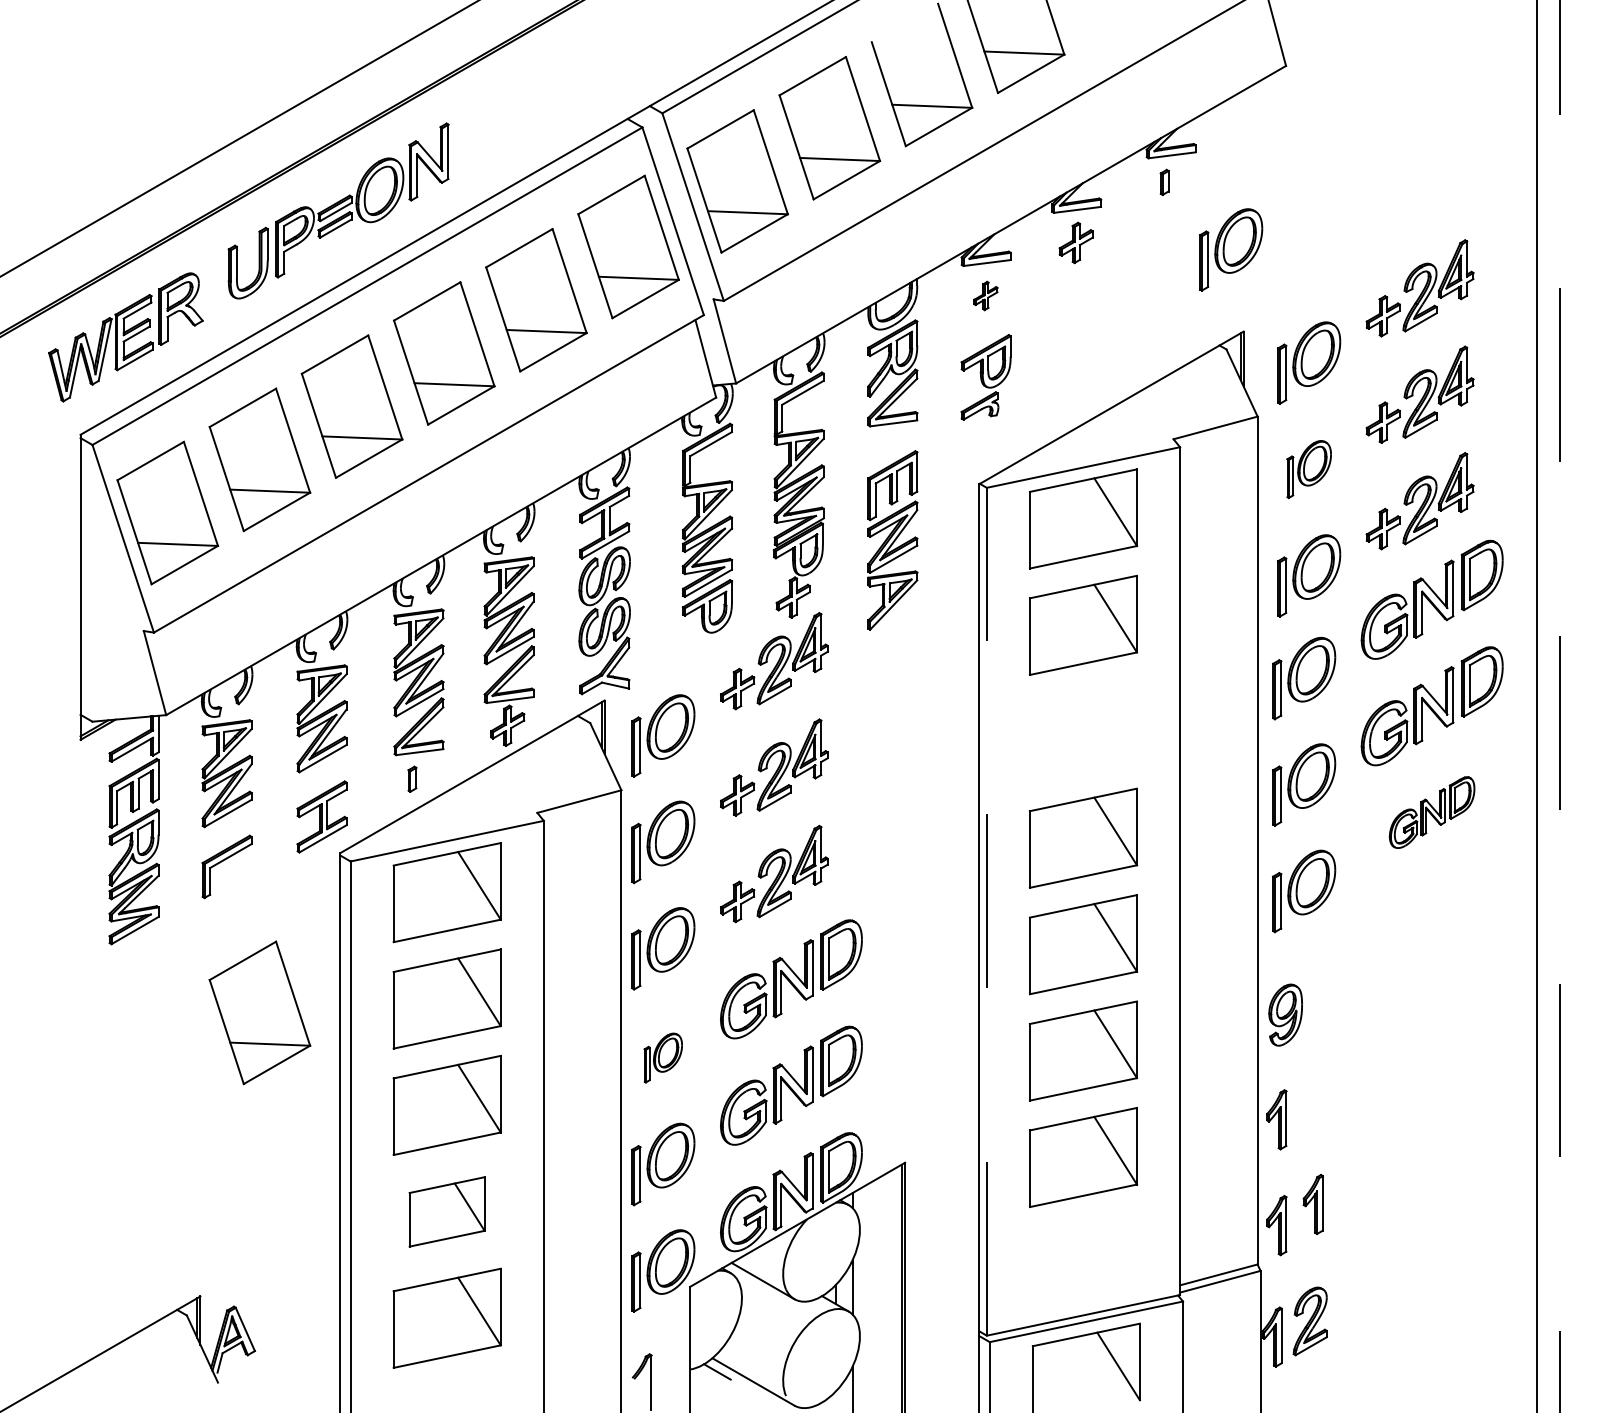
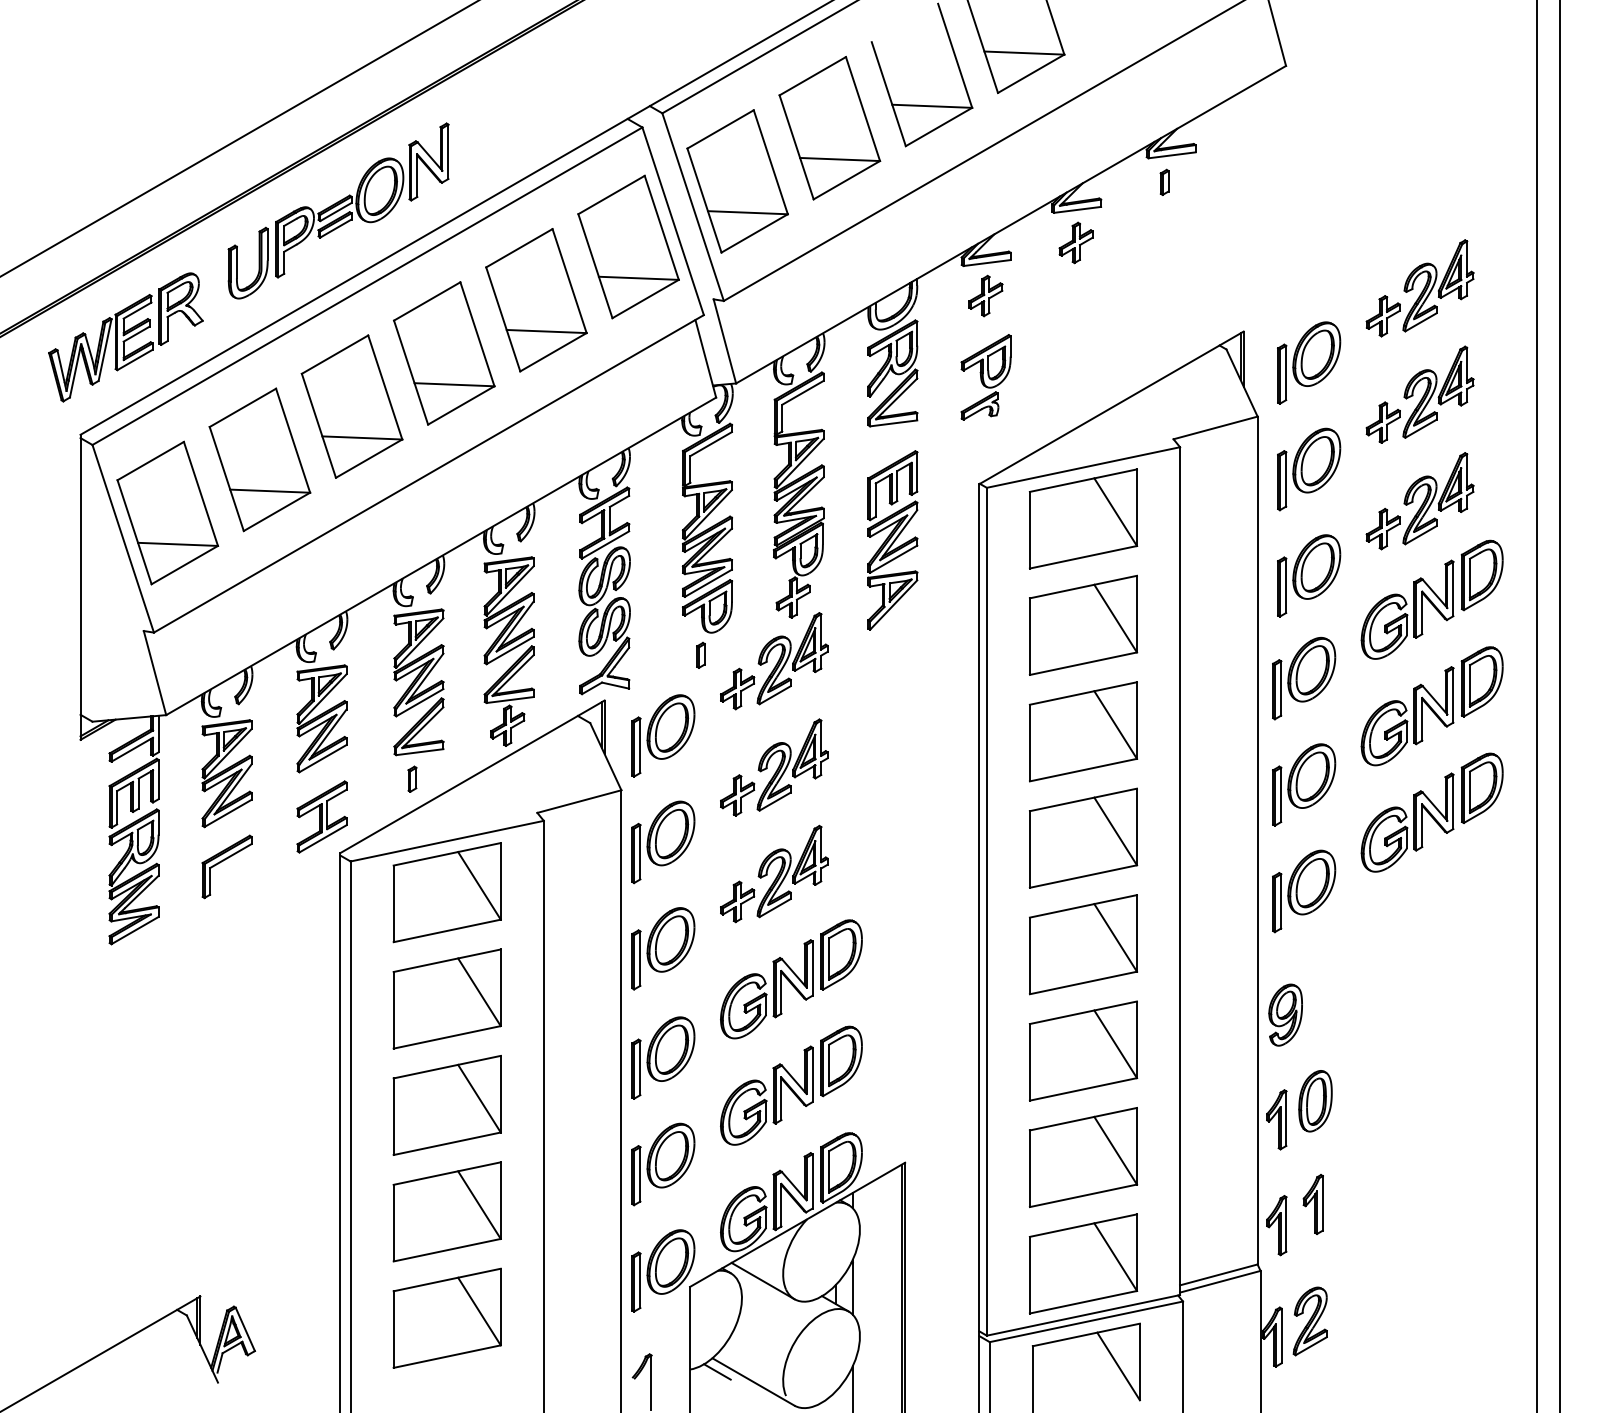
part at (1231, 249): present -> none
part at (985, 295) size: 26x32 px -> 36x44 px
part at (1308, 469) size: 46x60 px -> 65x85 px
part at (700, 654): none -> present
line at (1559, 706): dashed -> solid
part at (1083, 731): none -> present
part at (1431, 812) size: 88x73 px -> 144x121 px
line at (986, 911): dashed -> solid
part at (259, 1012): present -> none
part at (662, 1057) size: 40x52 px -> 65x84 px
part at (1315, 1101): none -> present
part at (446, 1211) size: 78x72 px -> 110x102 px
part at (1083, 1263): none -> present
